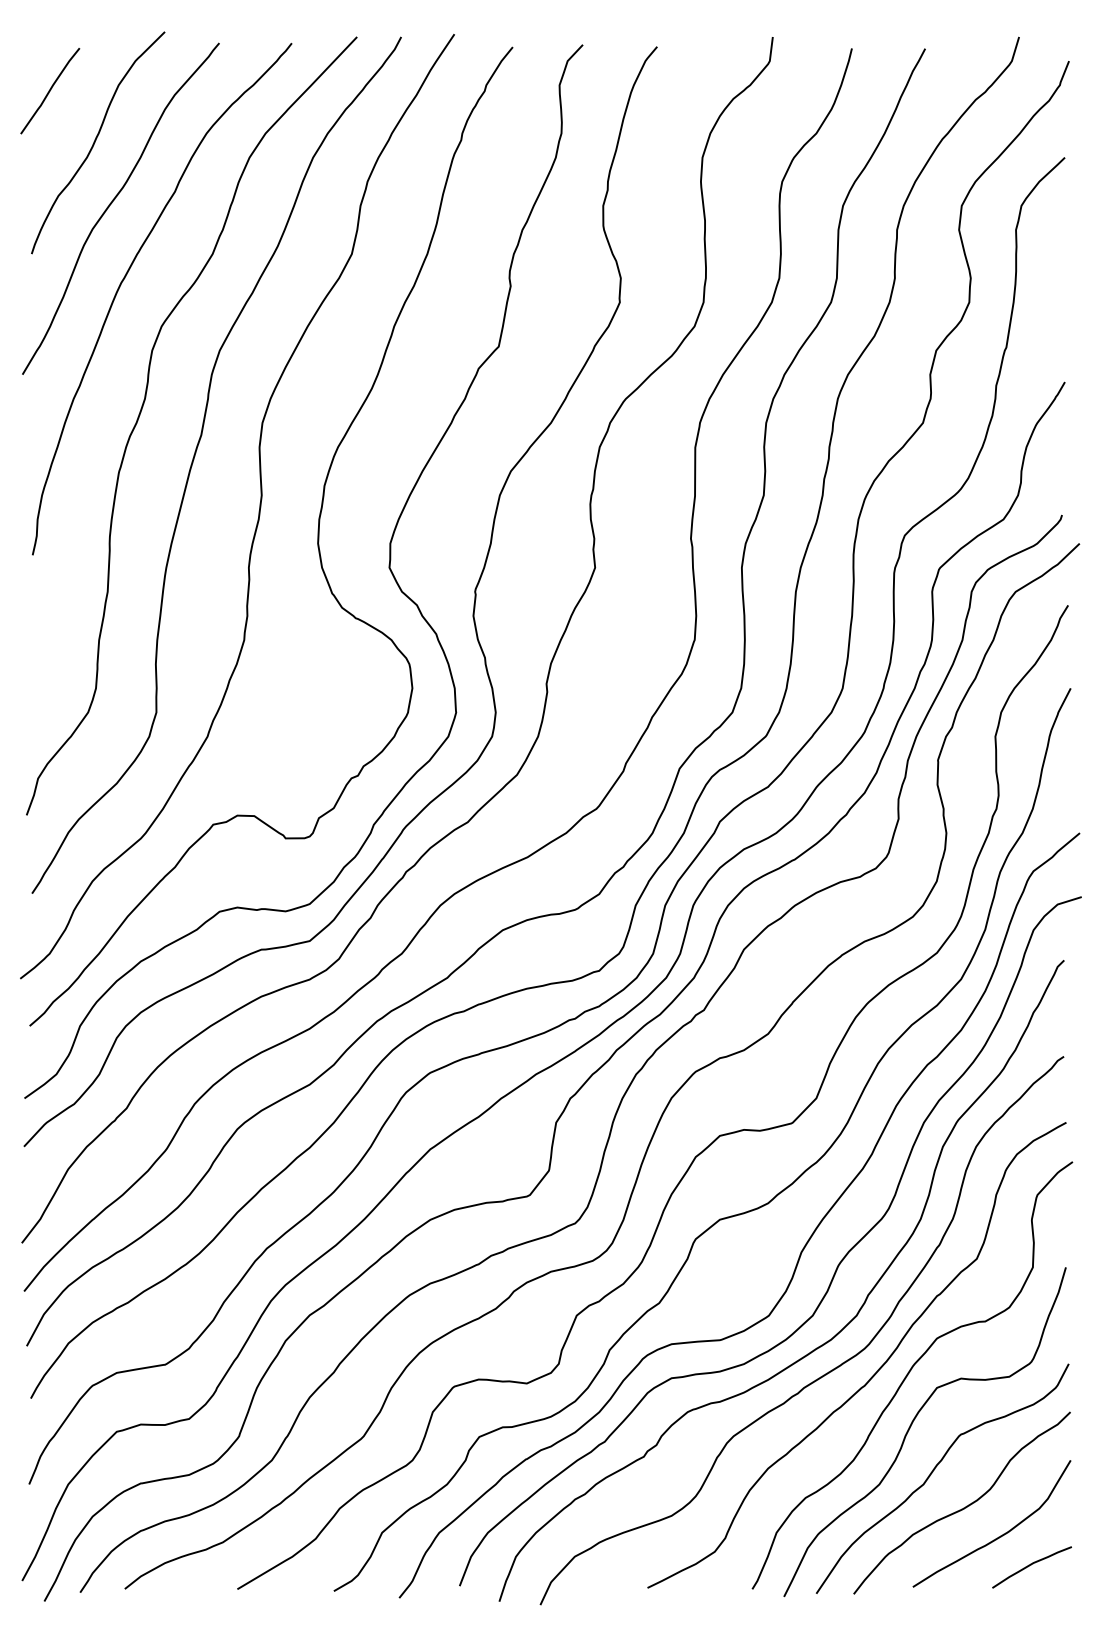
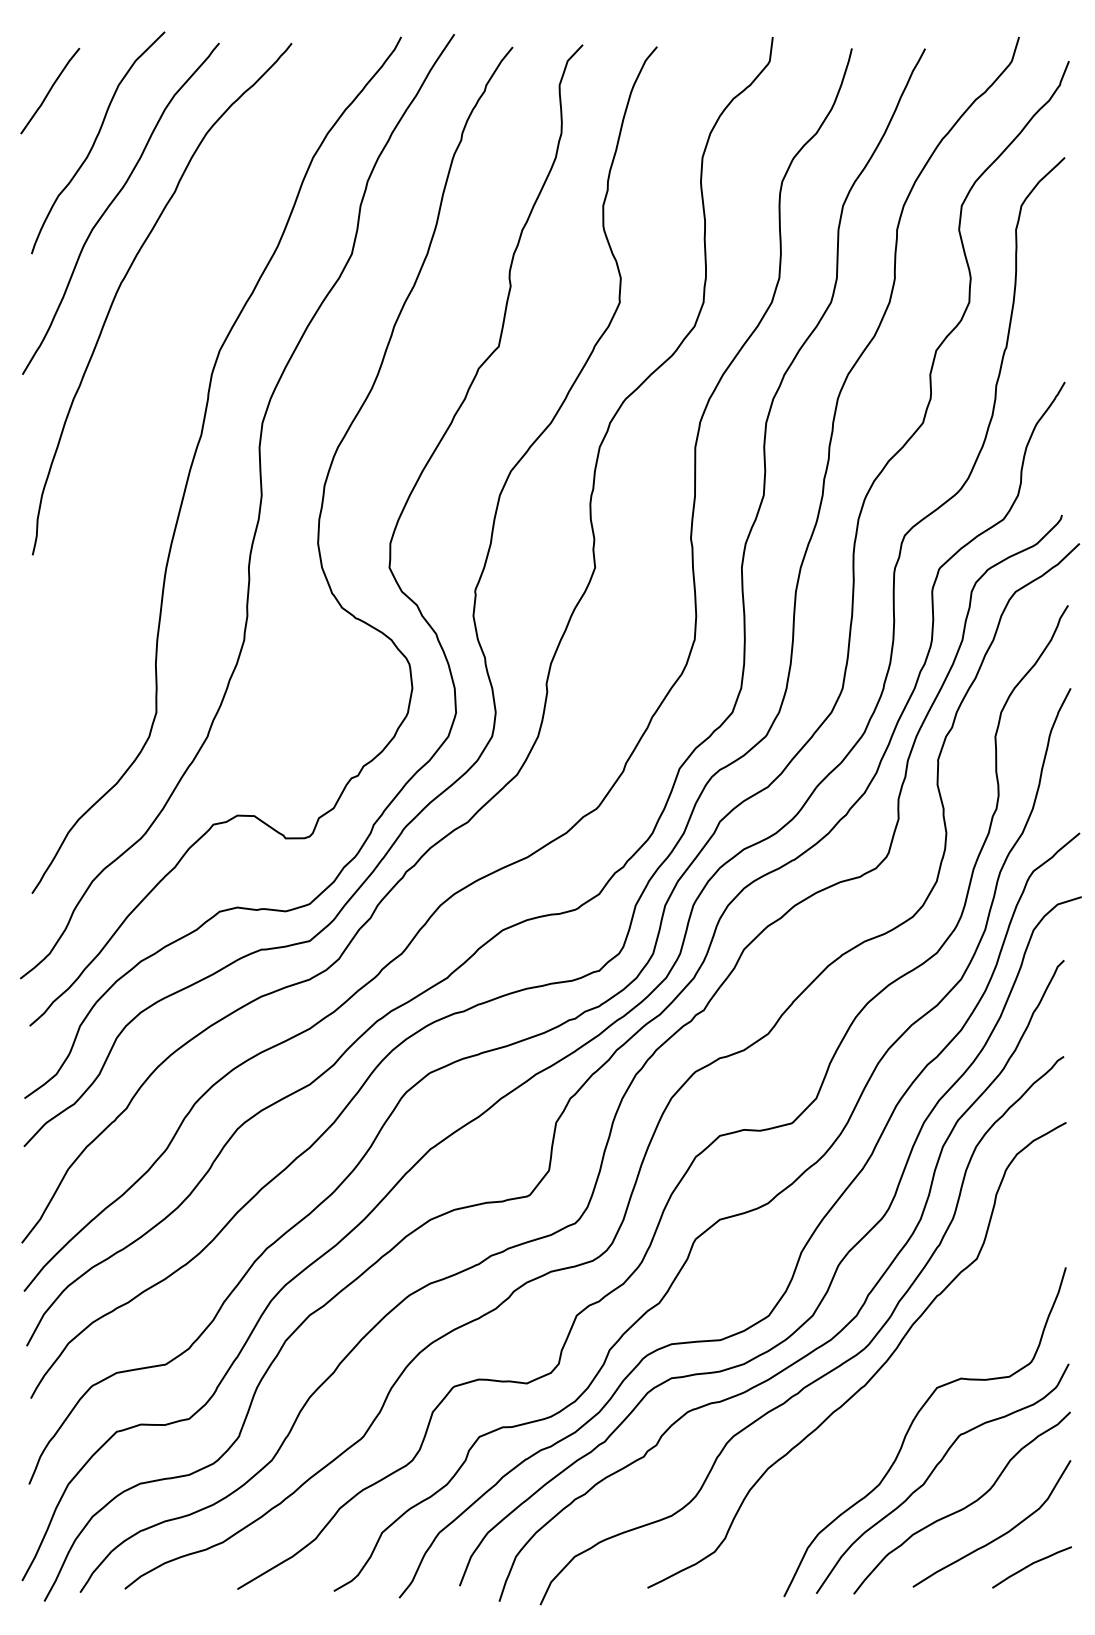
curve at (144, 404): present -> none
curve at (910, 1372): present -> none
